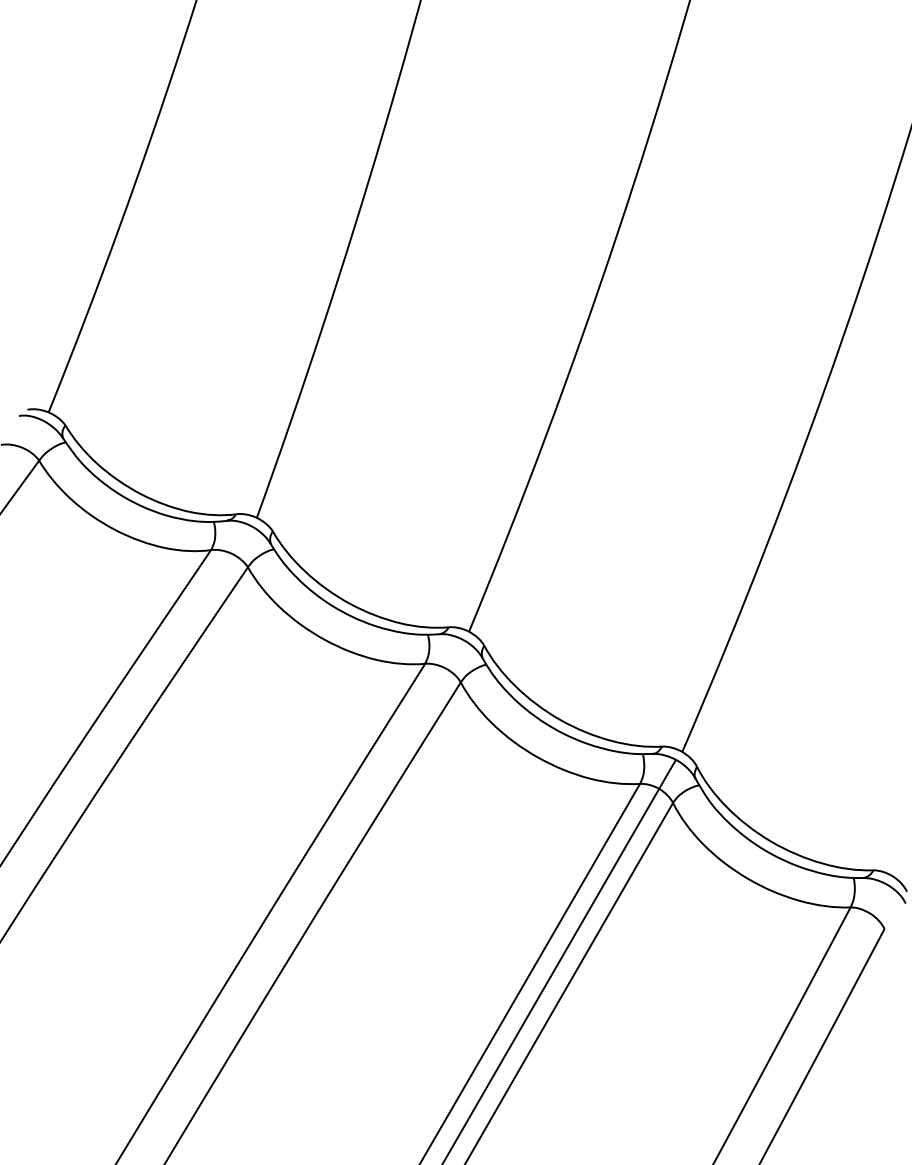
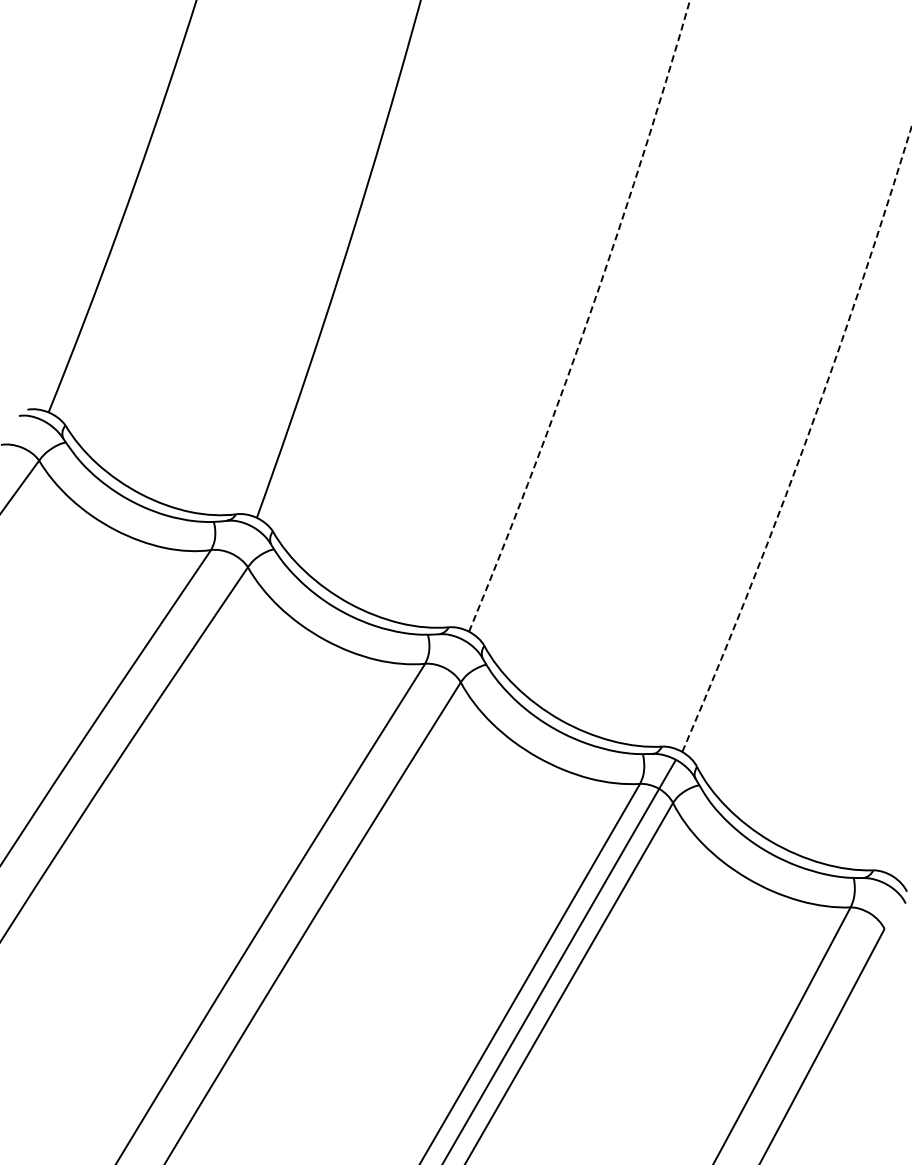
arc at (587, 321): solid -> dashed
arc at (805, 442): solid -> dashed
